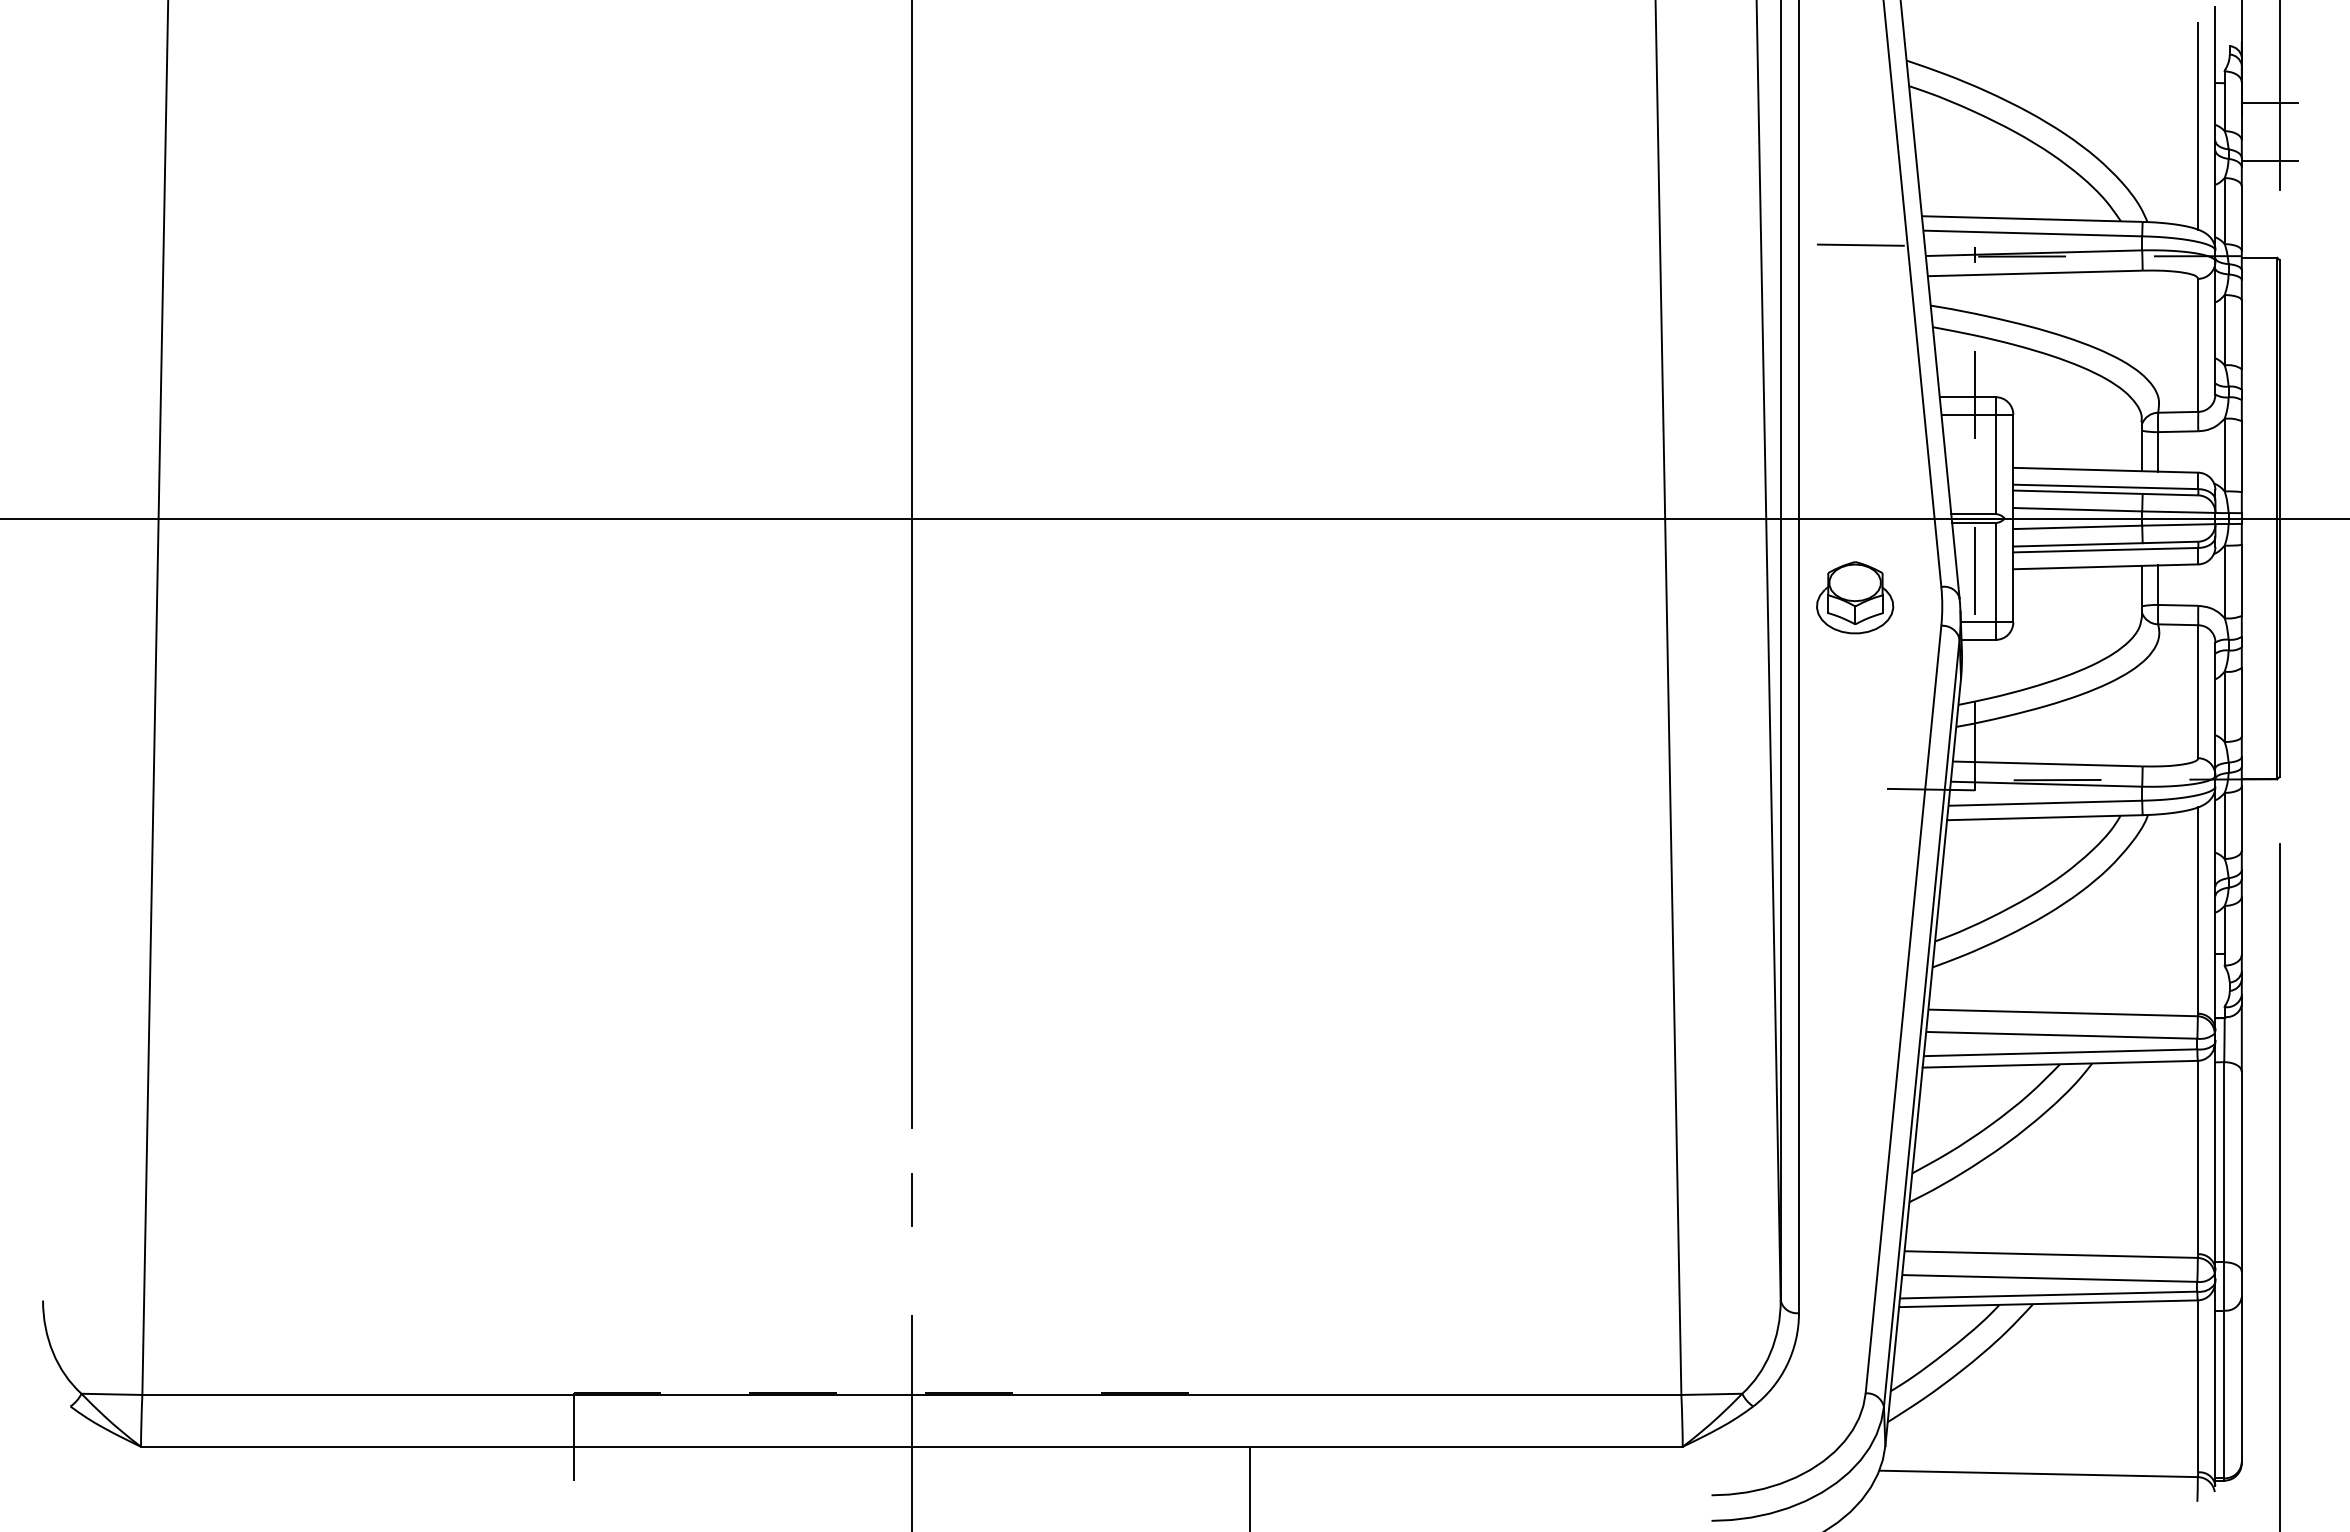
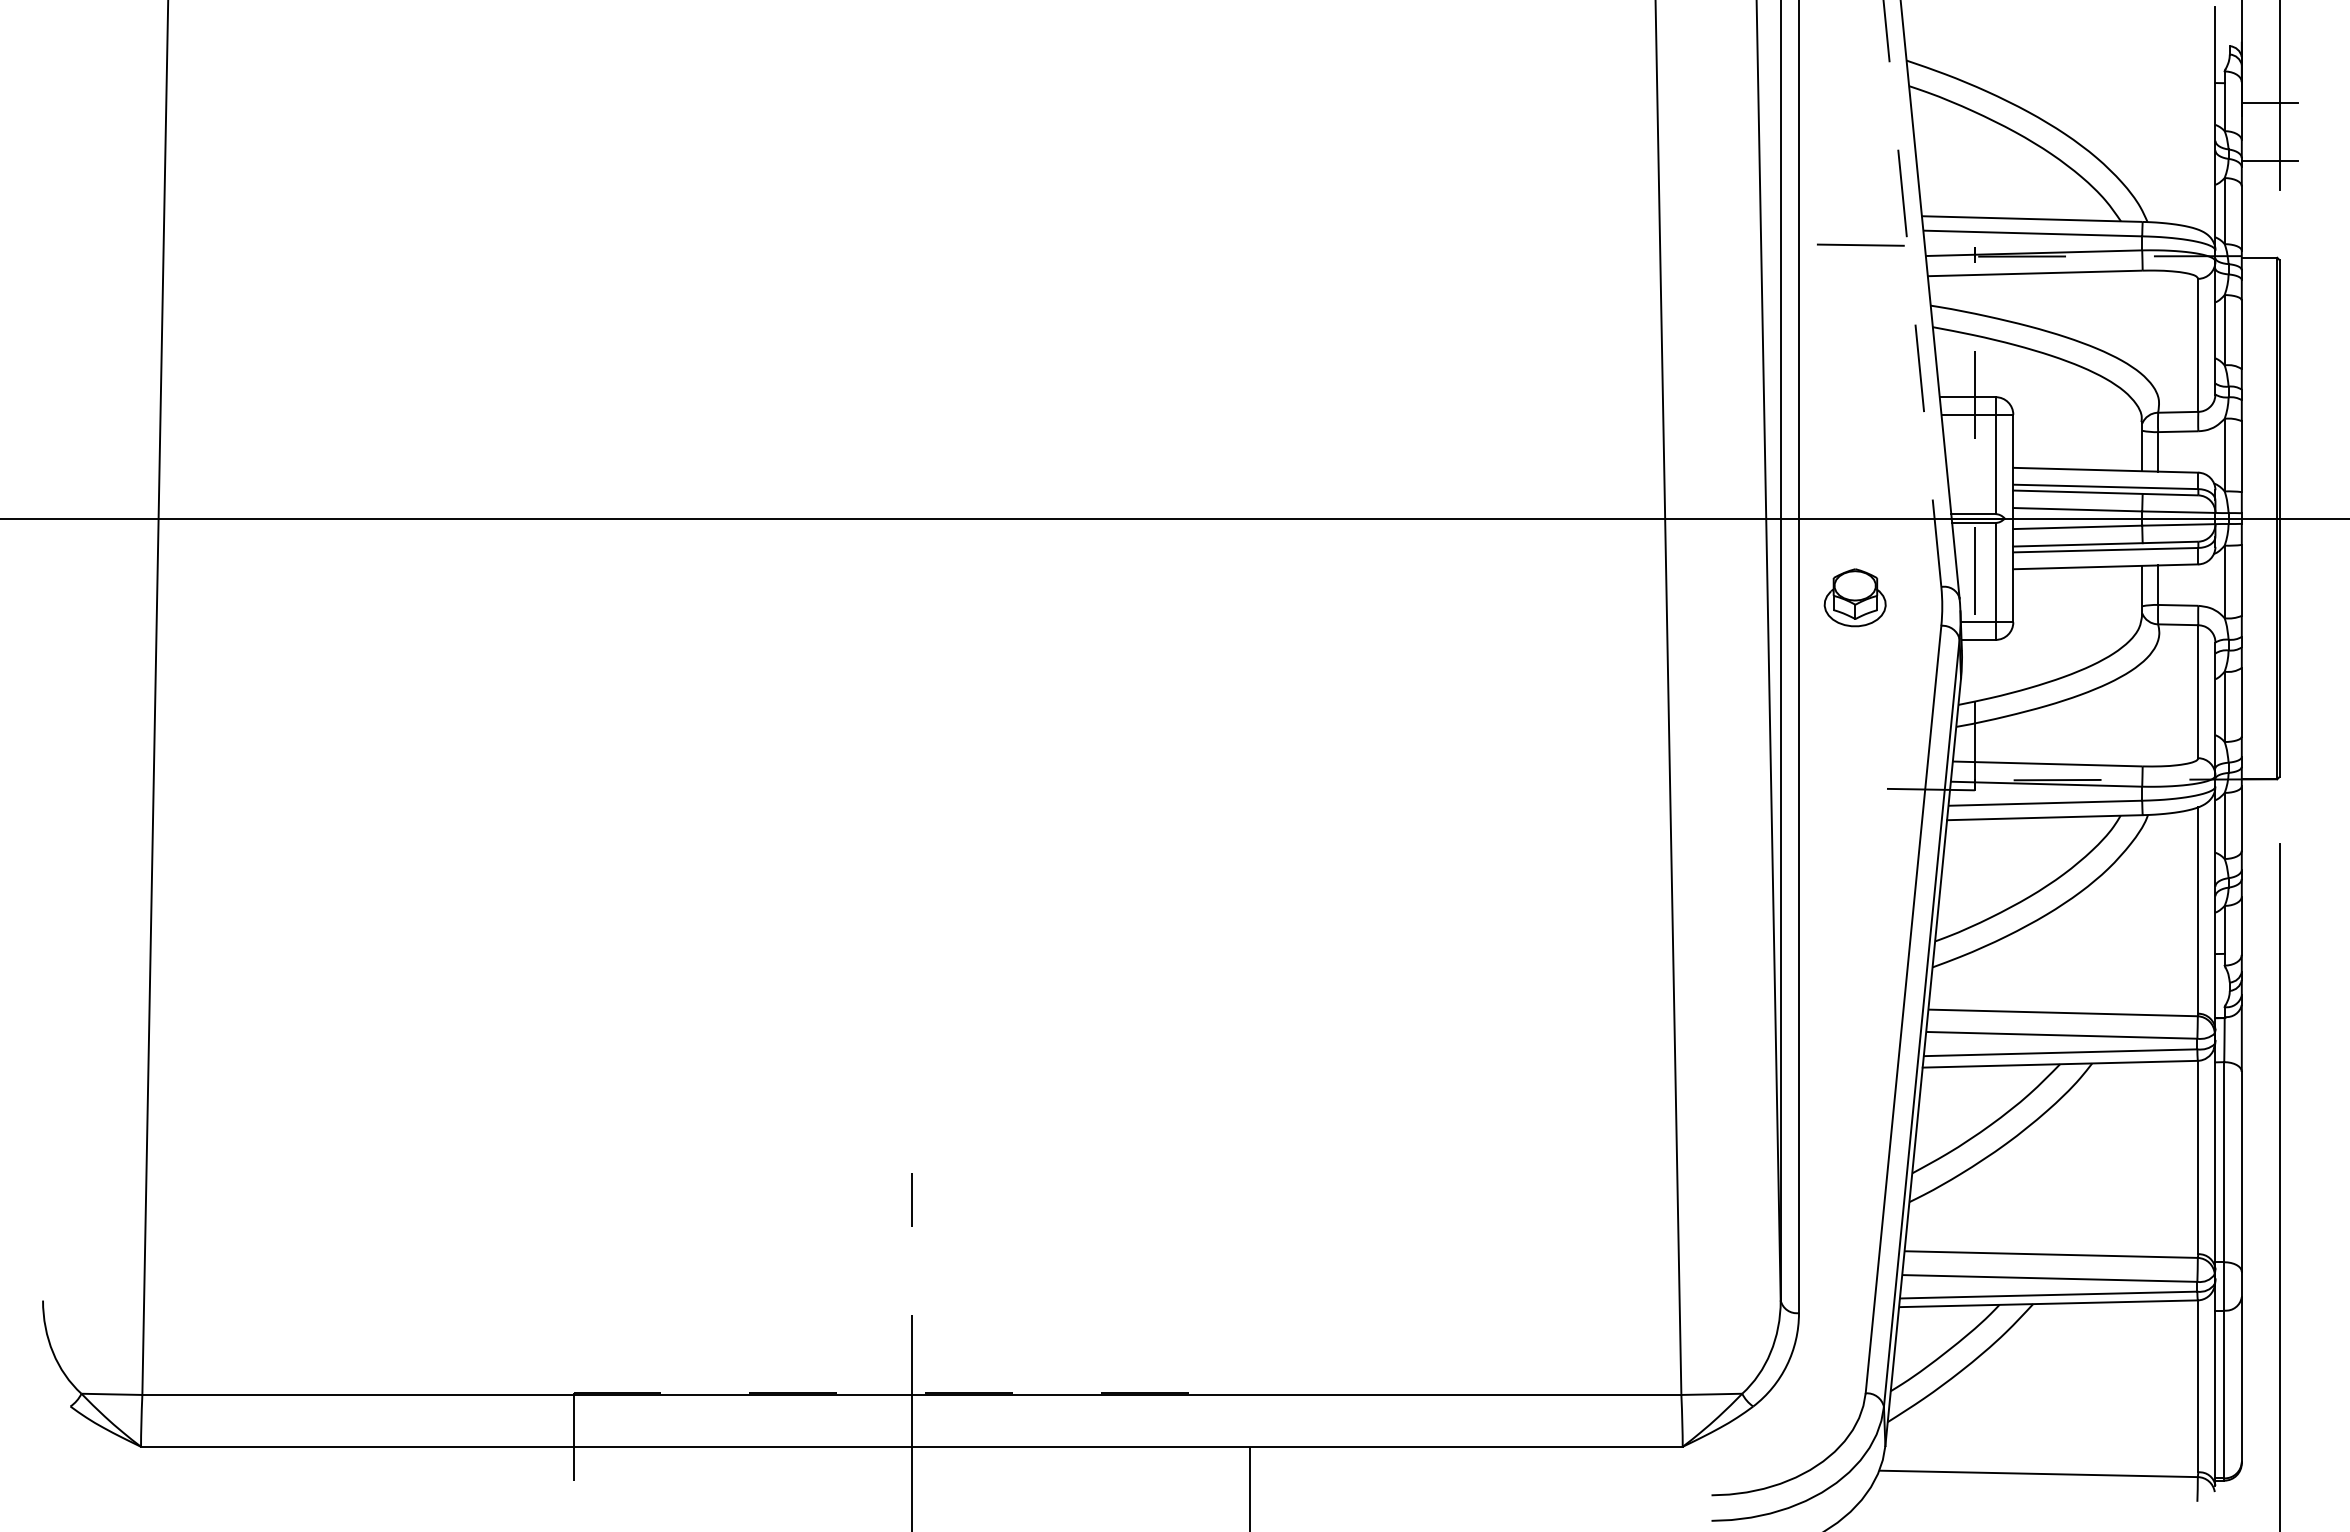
line at (2198, 126): present -> none
line at (1912, 293): solid -> dashed
line at (911, 564): present -> none
part at (1855, 597) size: 79x74 px -> 64x60 px
